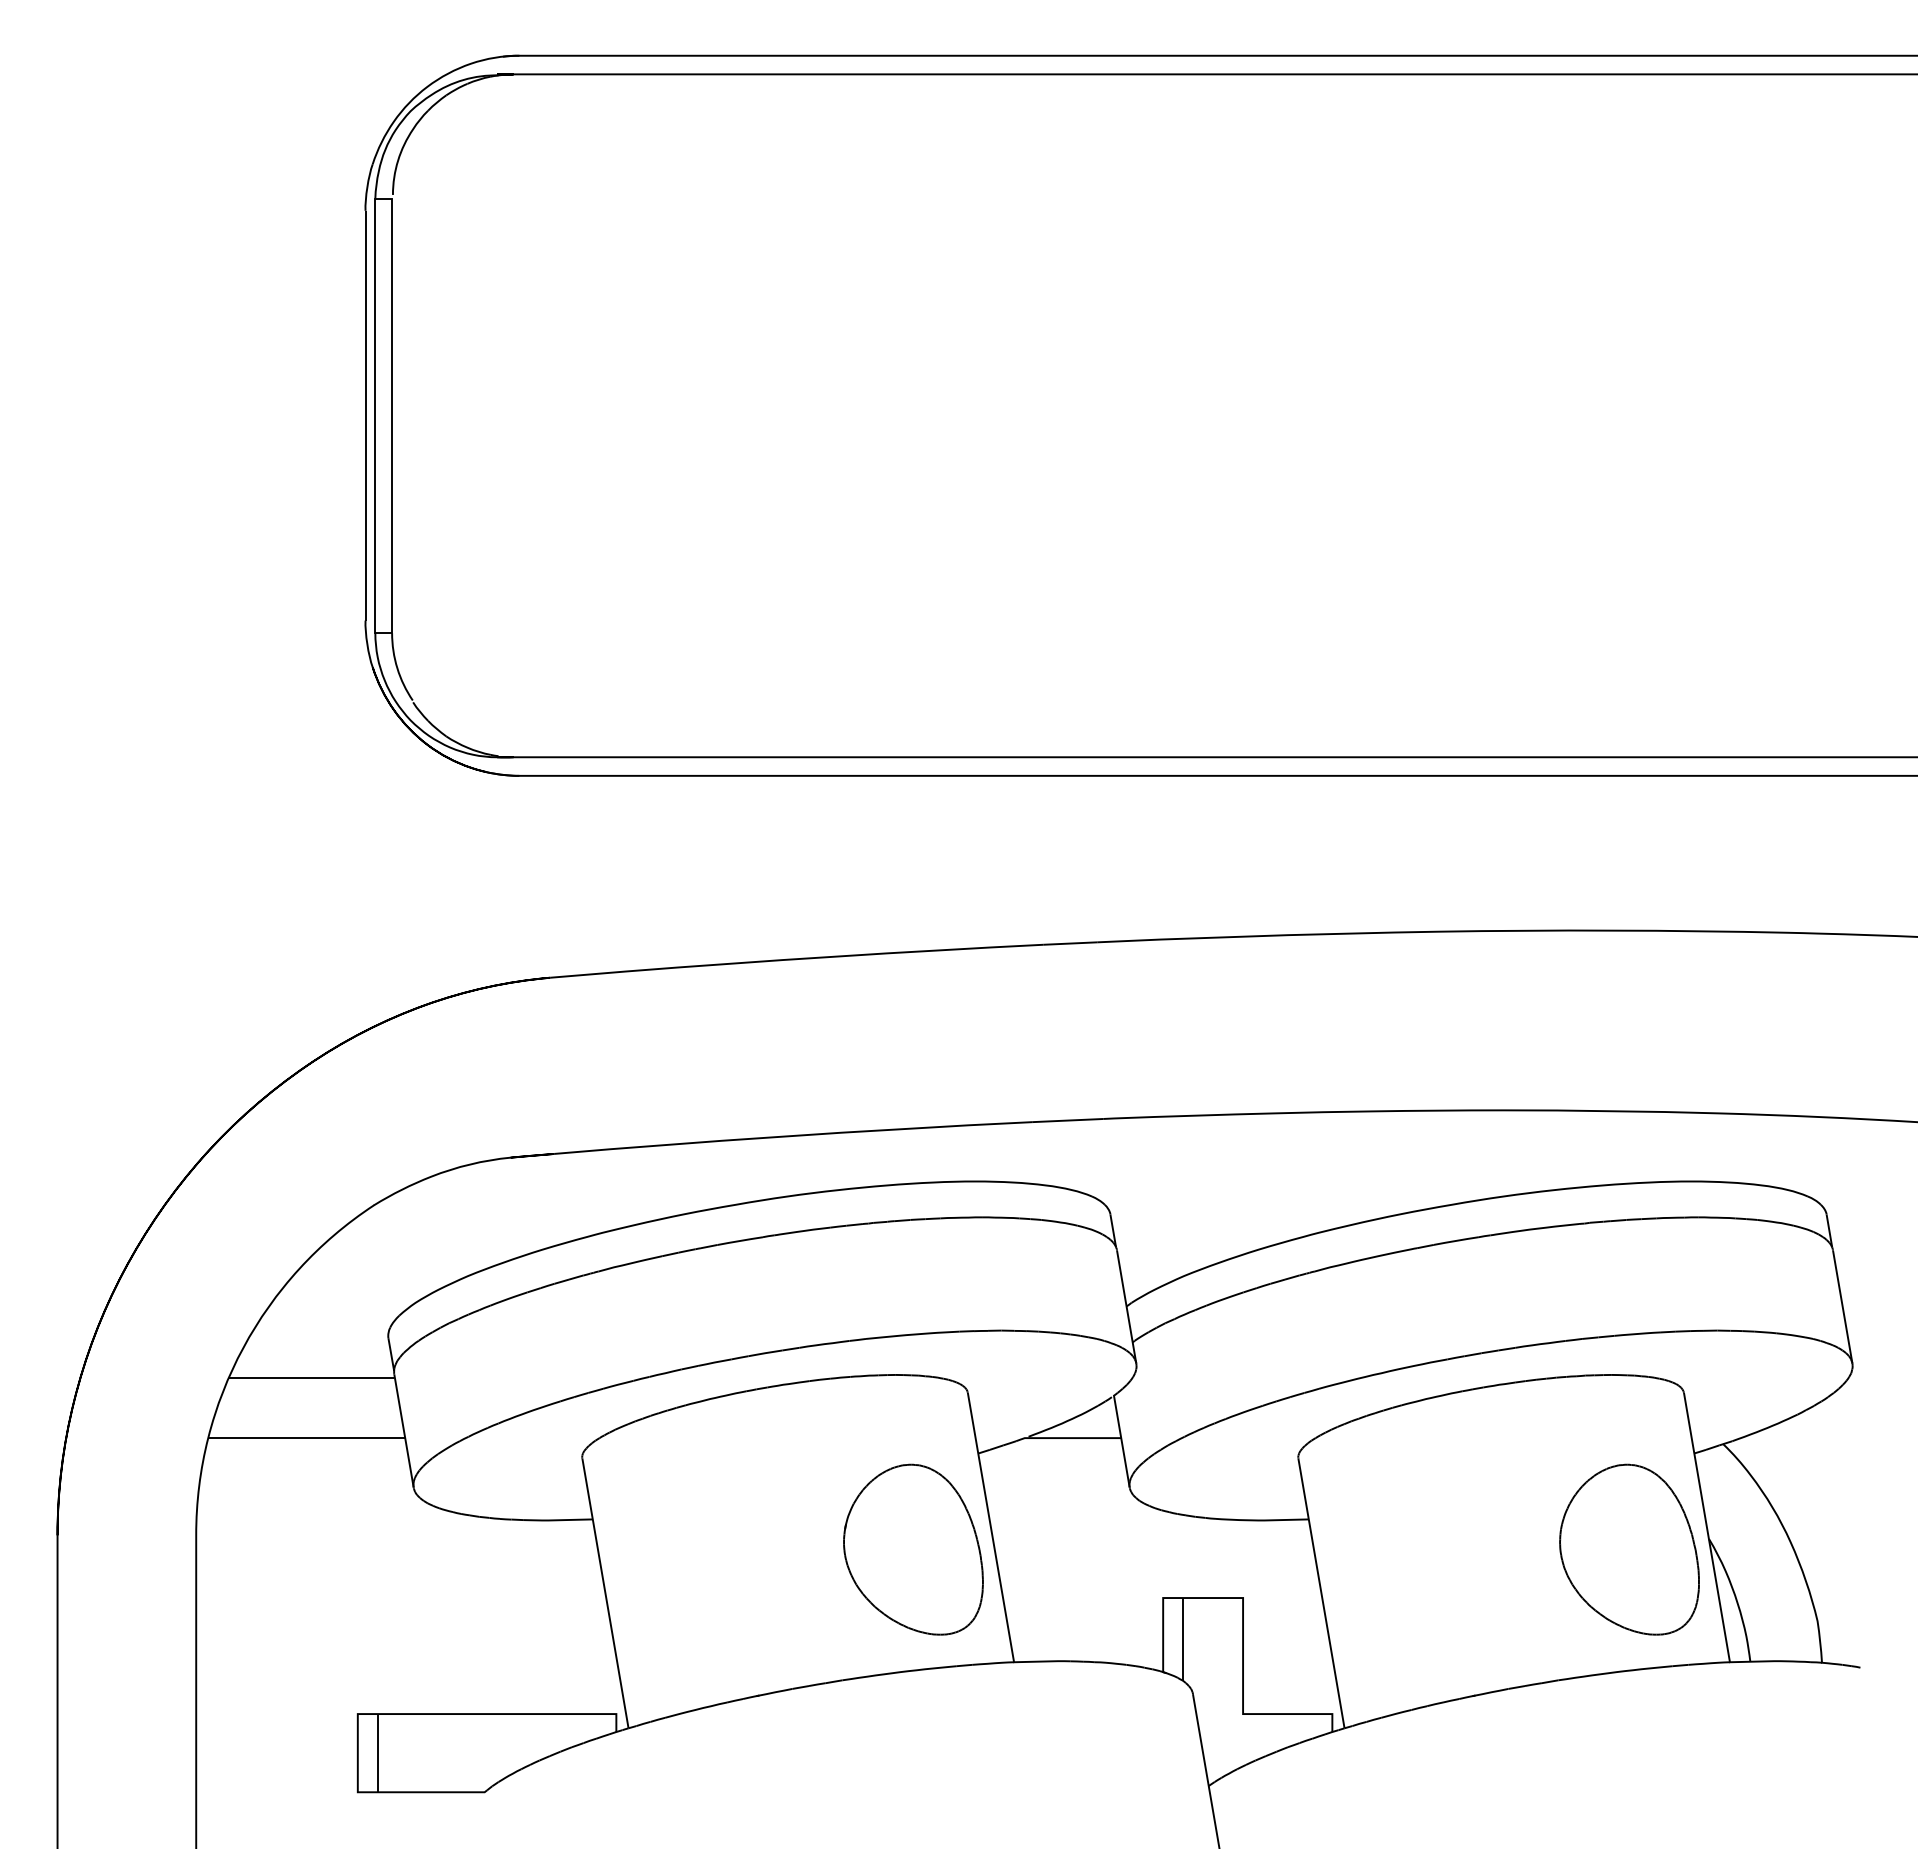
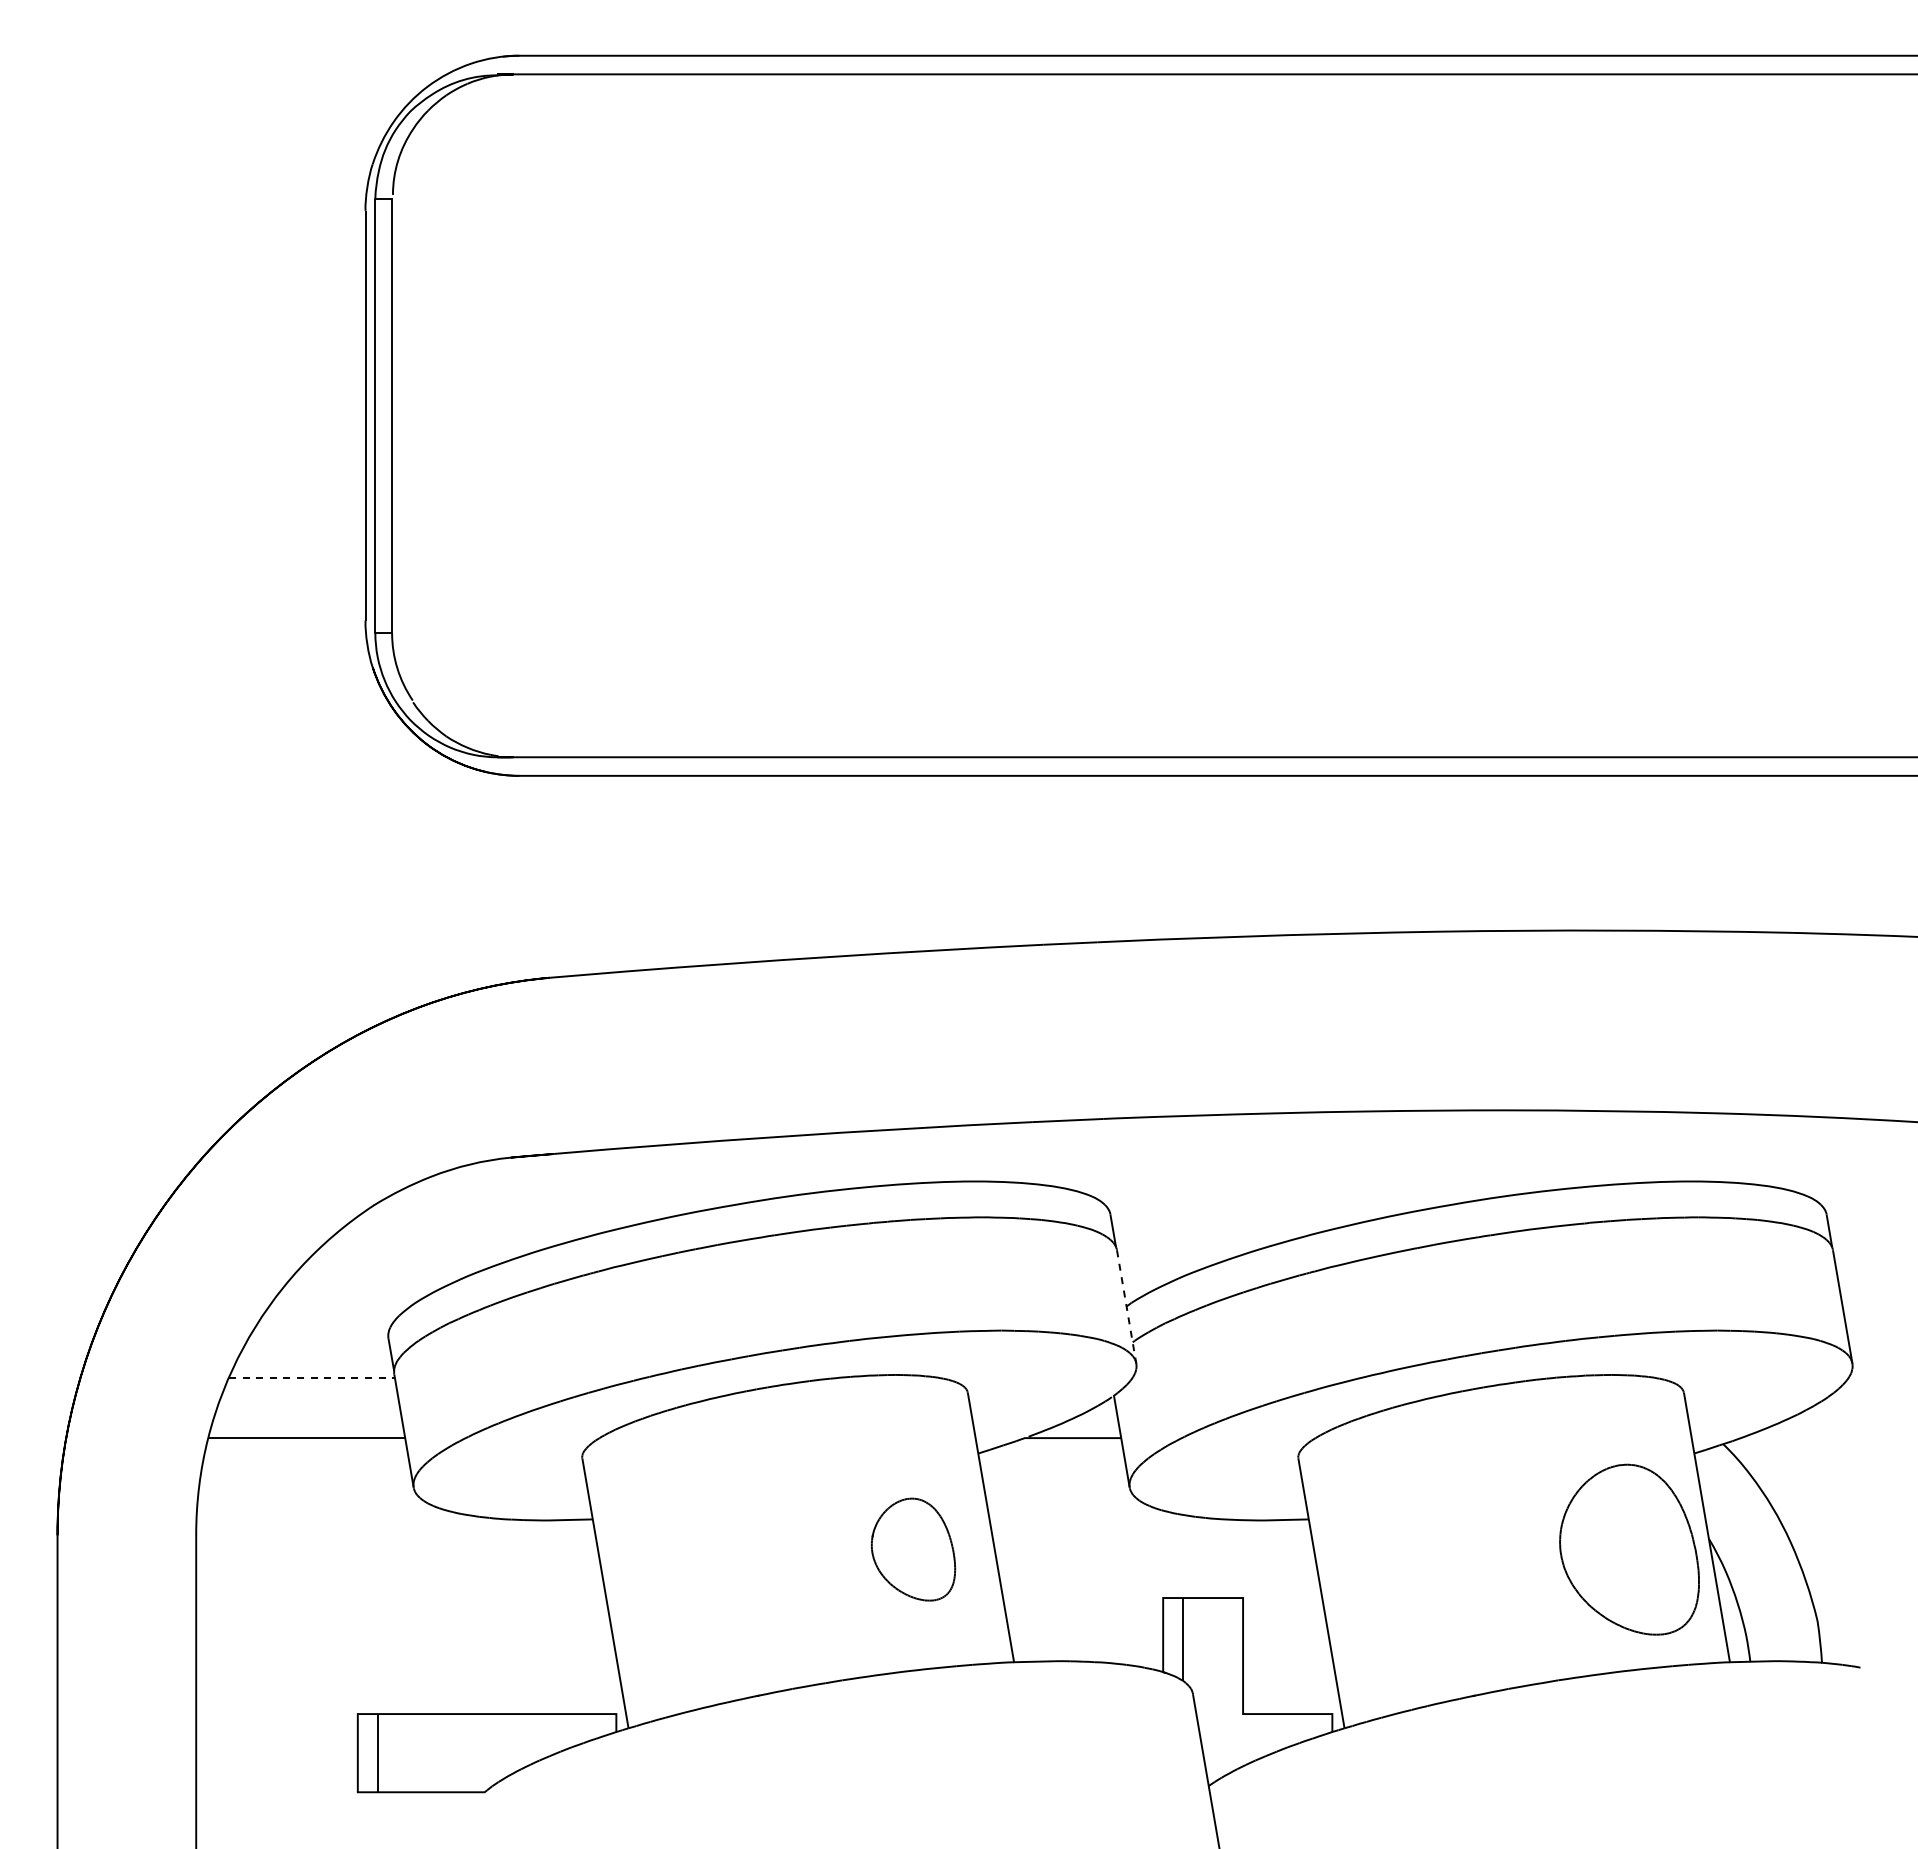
line at (1126, 1307): solid -> dashed
line at (311, 1378): solid -> dashed
part at (913, 1549) size: 141x173 px -> 87x105 px
